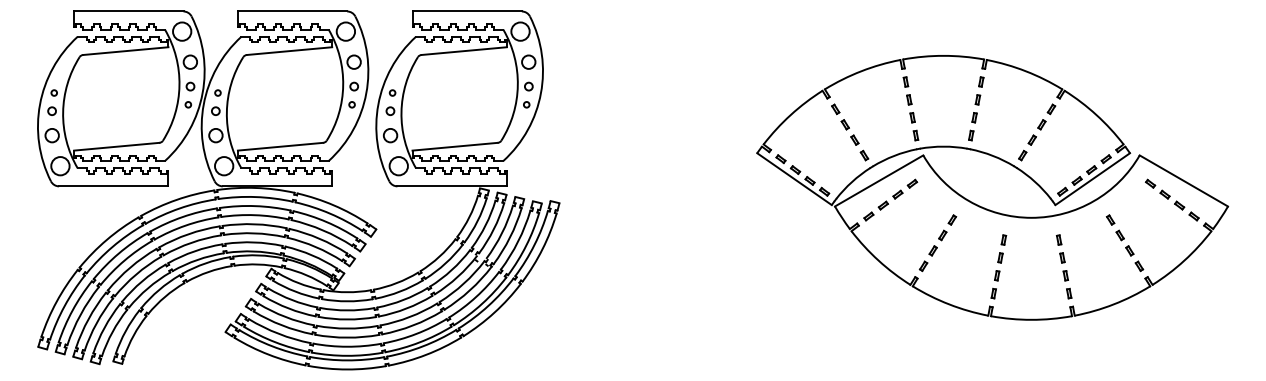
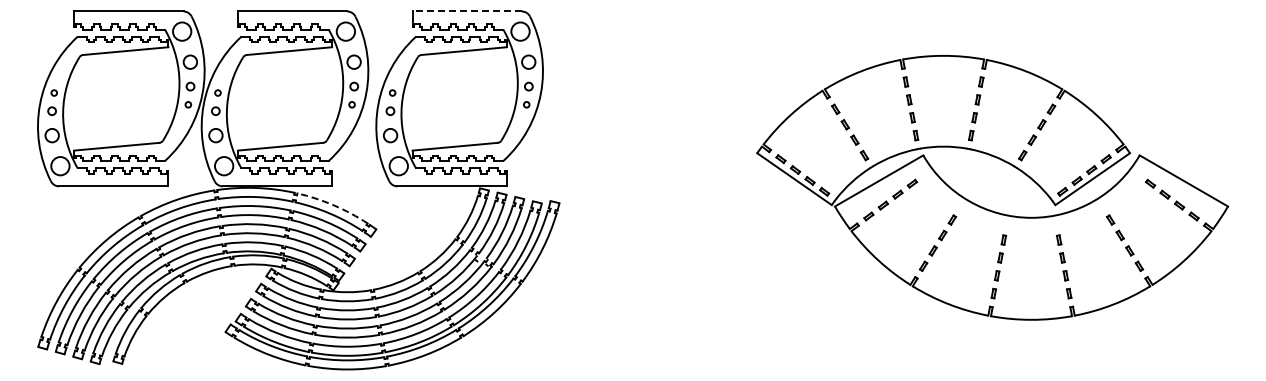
line at (467, 11): solid -> dashed
arc at (333, 205): solid -> dashed
